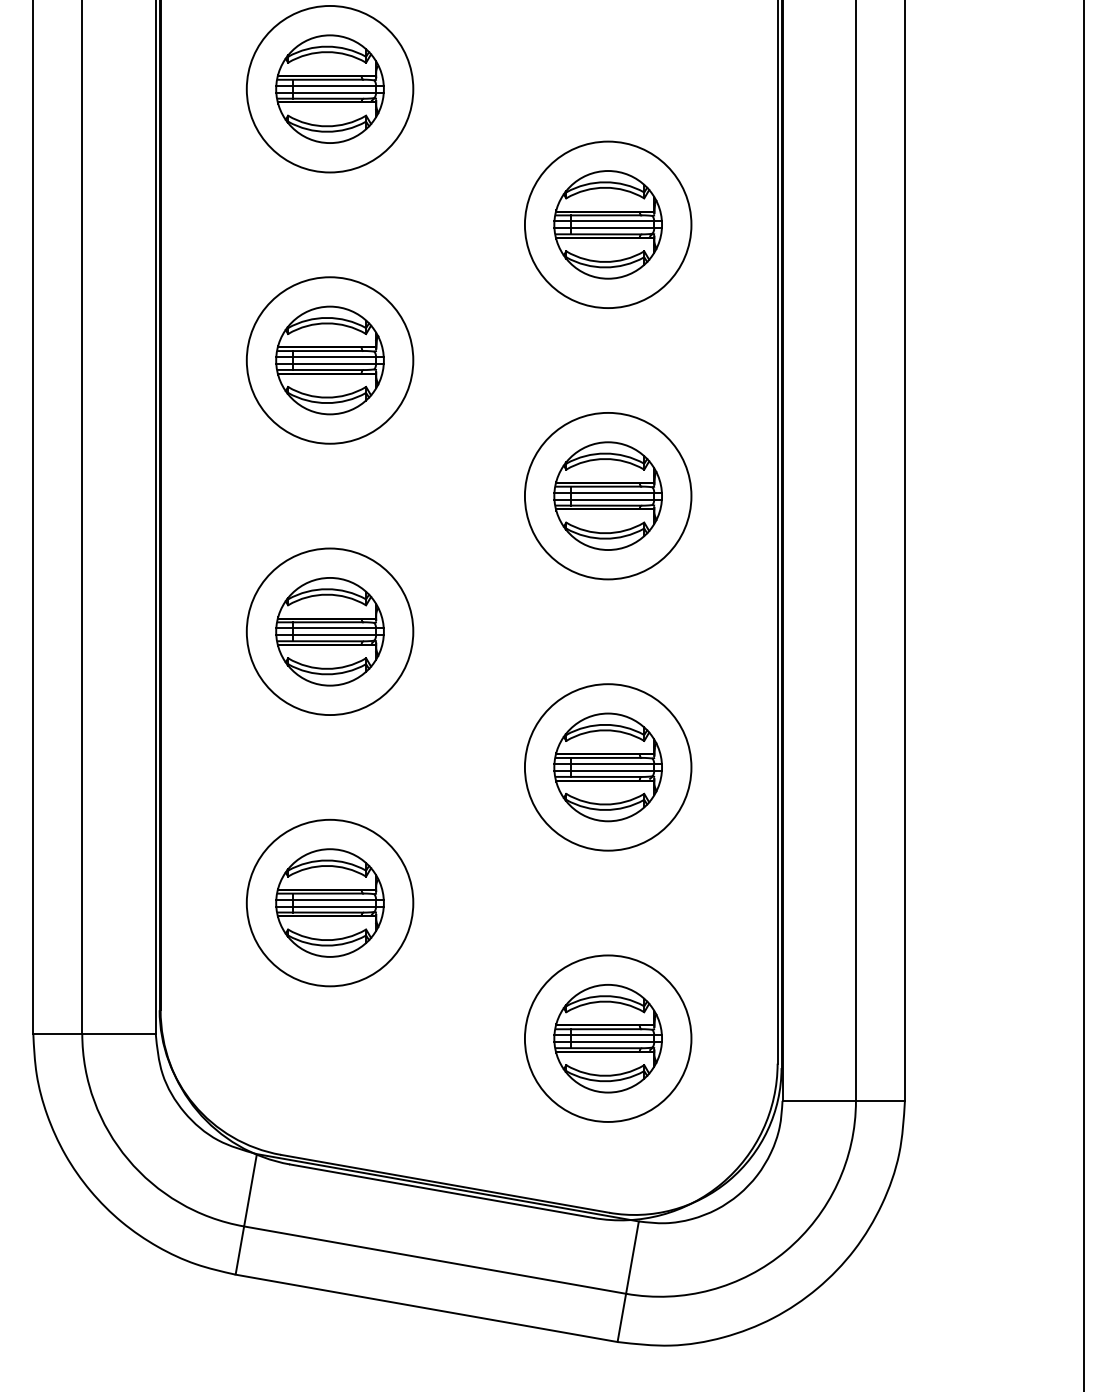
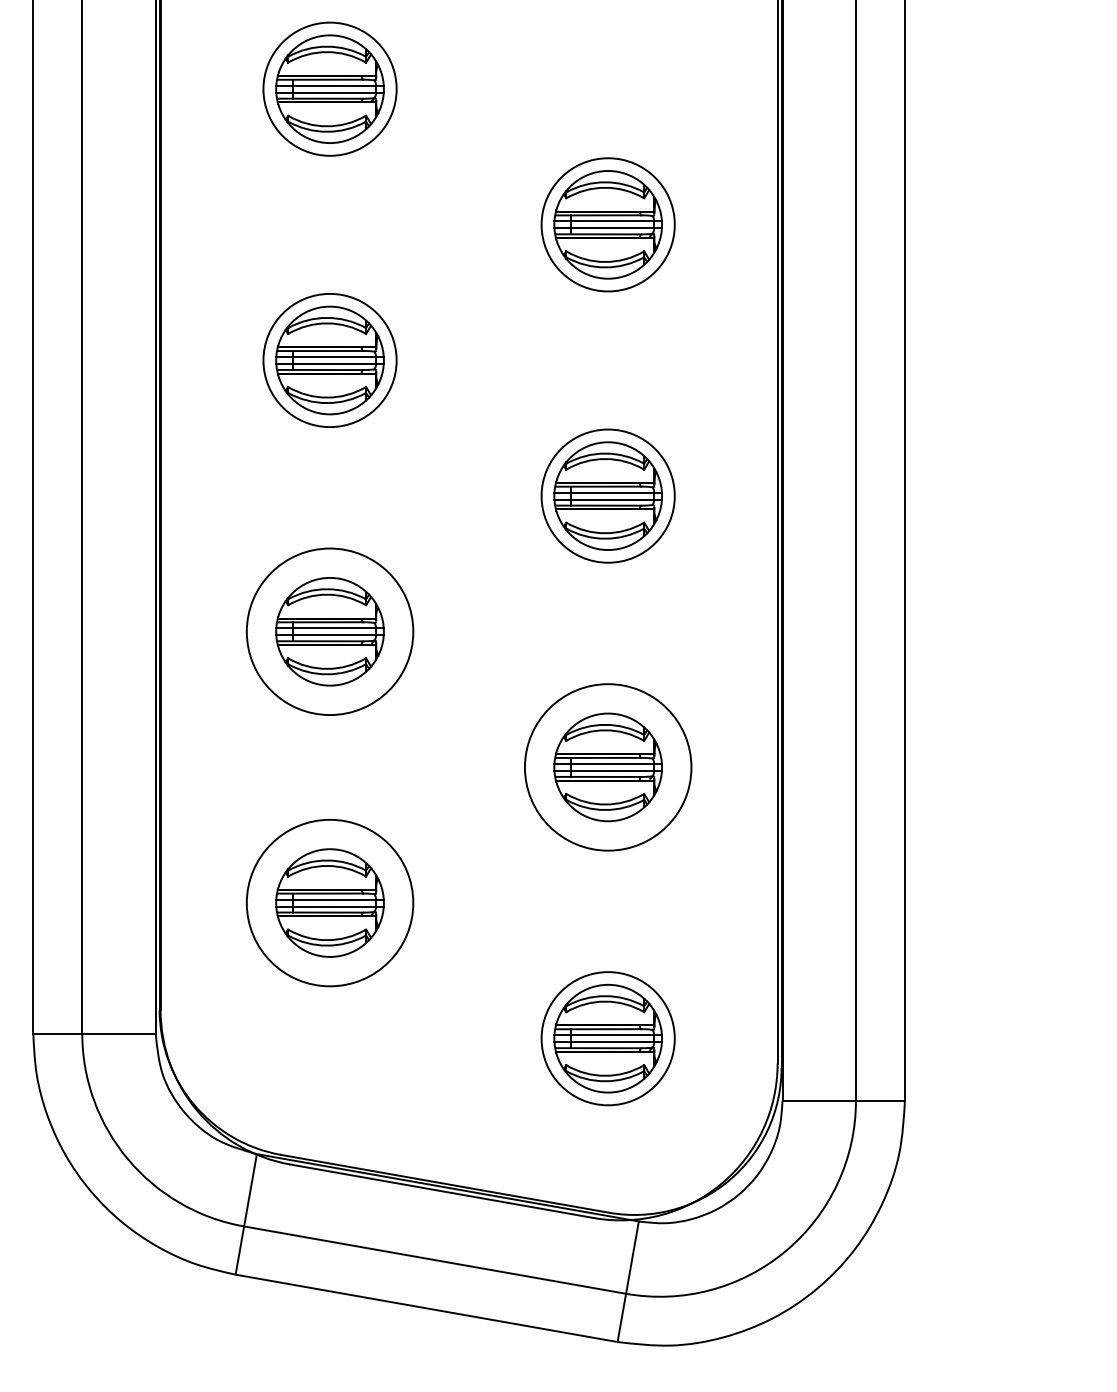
circle at (329, 88) diameter: 167 px -> 133 px
circle at (607, 224) diameter: 167 px -> 133 px
circle at (329, 360) diameter: 167 px -> 133 px
circle at (607, 495) diameter: 167 px -> 133 px
line at (1083, 695): present -> none
circle at (607, 1038) diameter: 167 px -> 133 px
